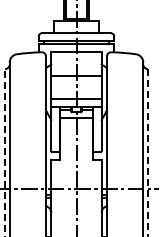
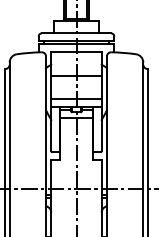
line at (4, 152): dashed -> solid
line at (148, 152): dashed -> solid
